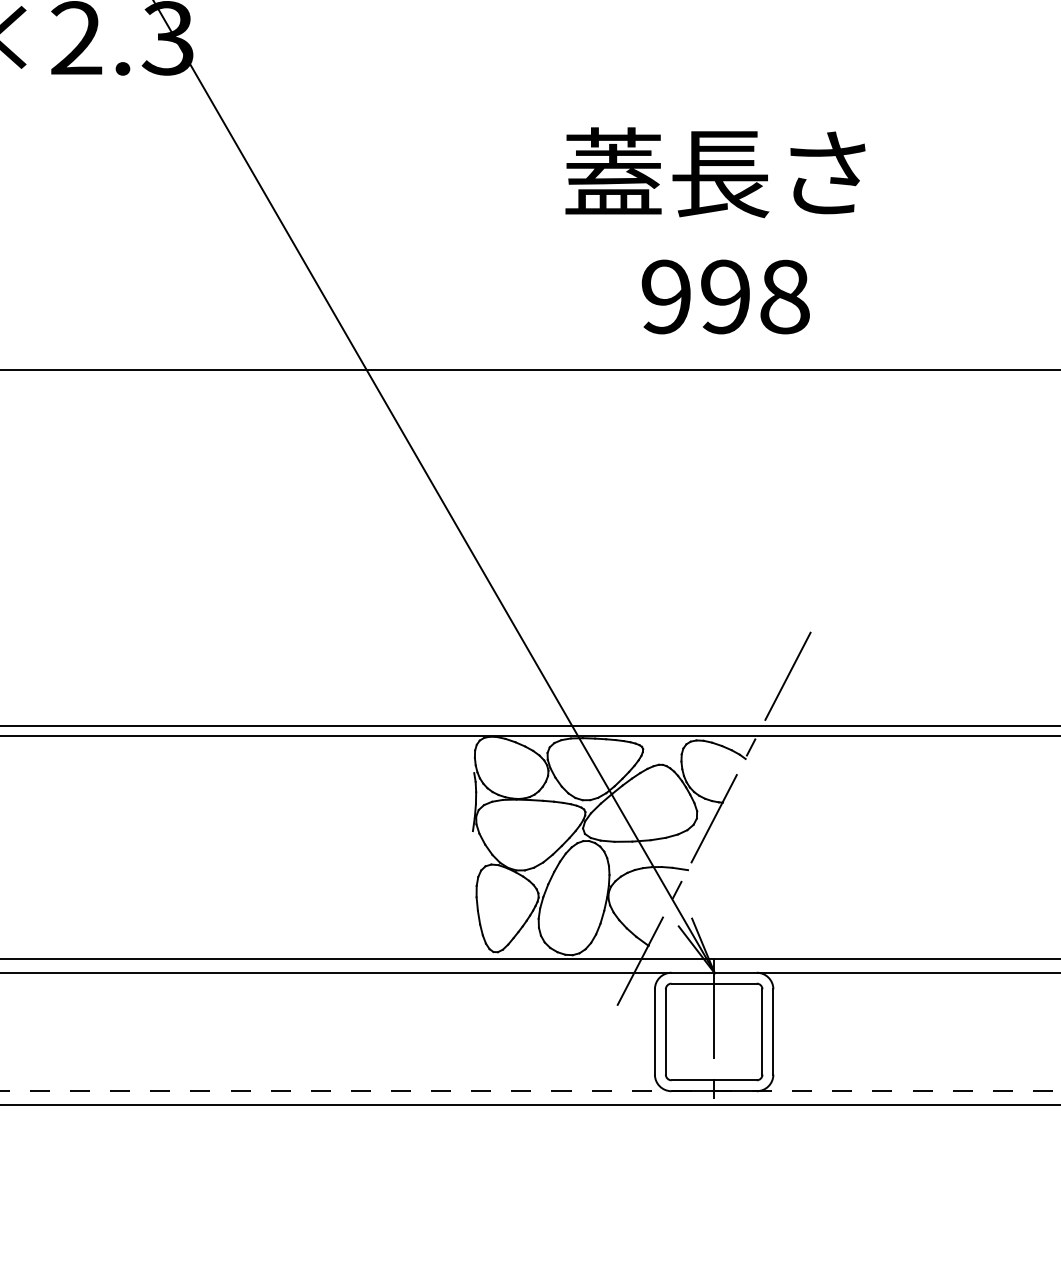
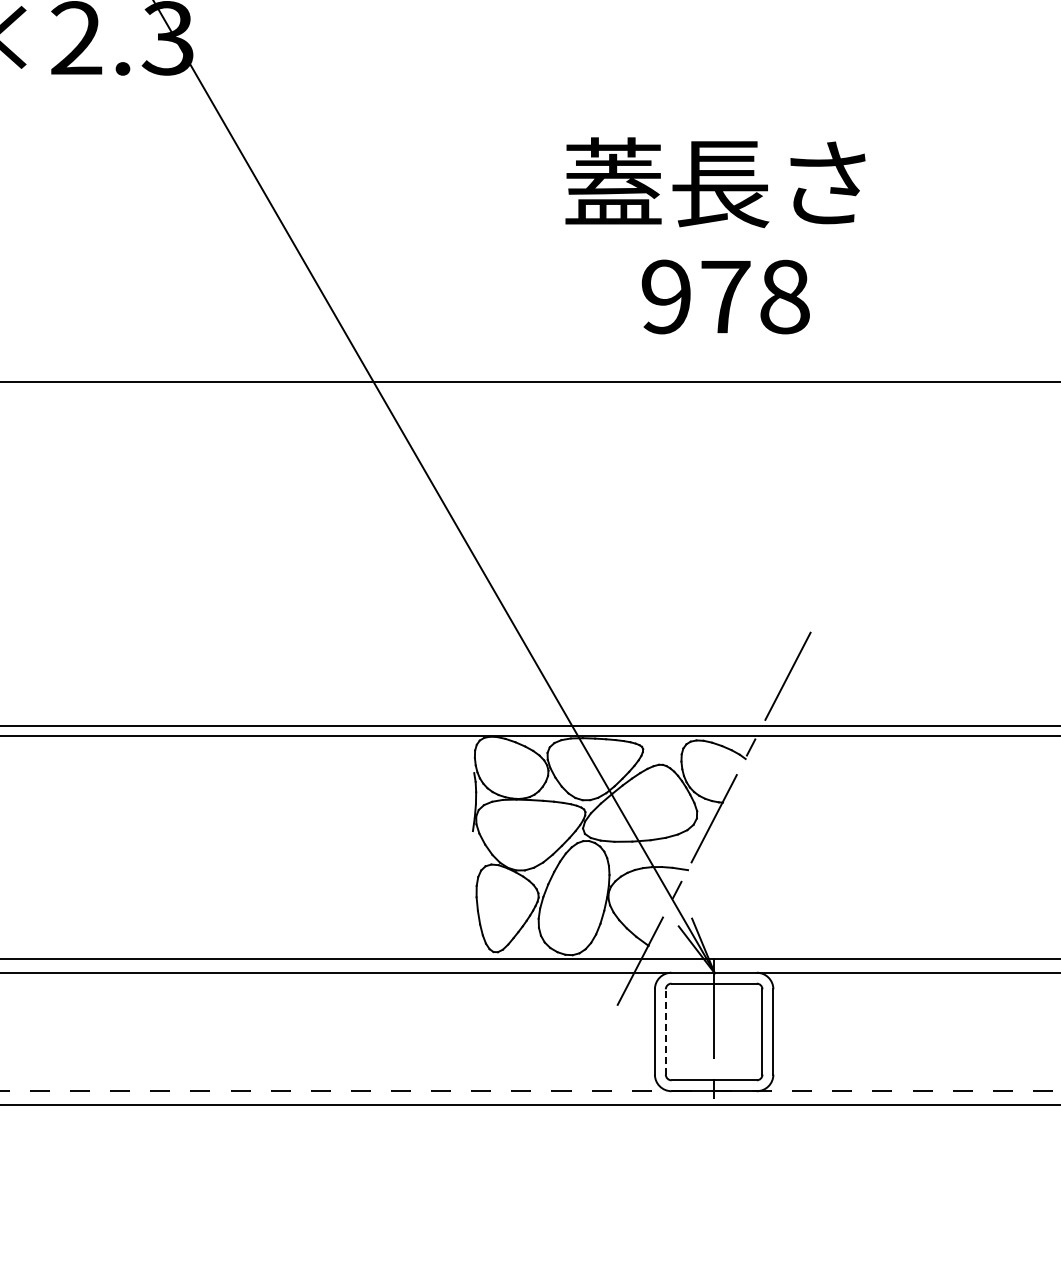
text at (715, 172) position: (715, 172) -> (715, 182)
text at (725, 296): 998 -> 978
line at (529, 370) position: (529, 370) -> (529, 382)
line at (665, 1031): solid -> dashed
